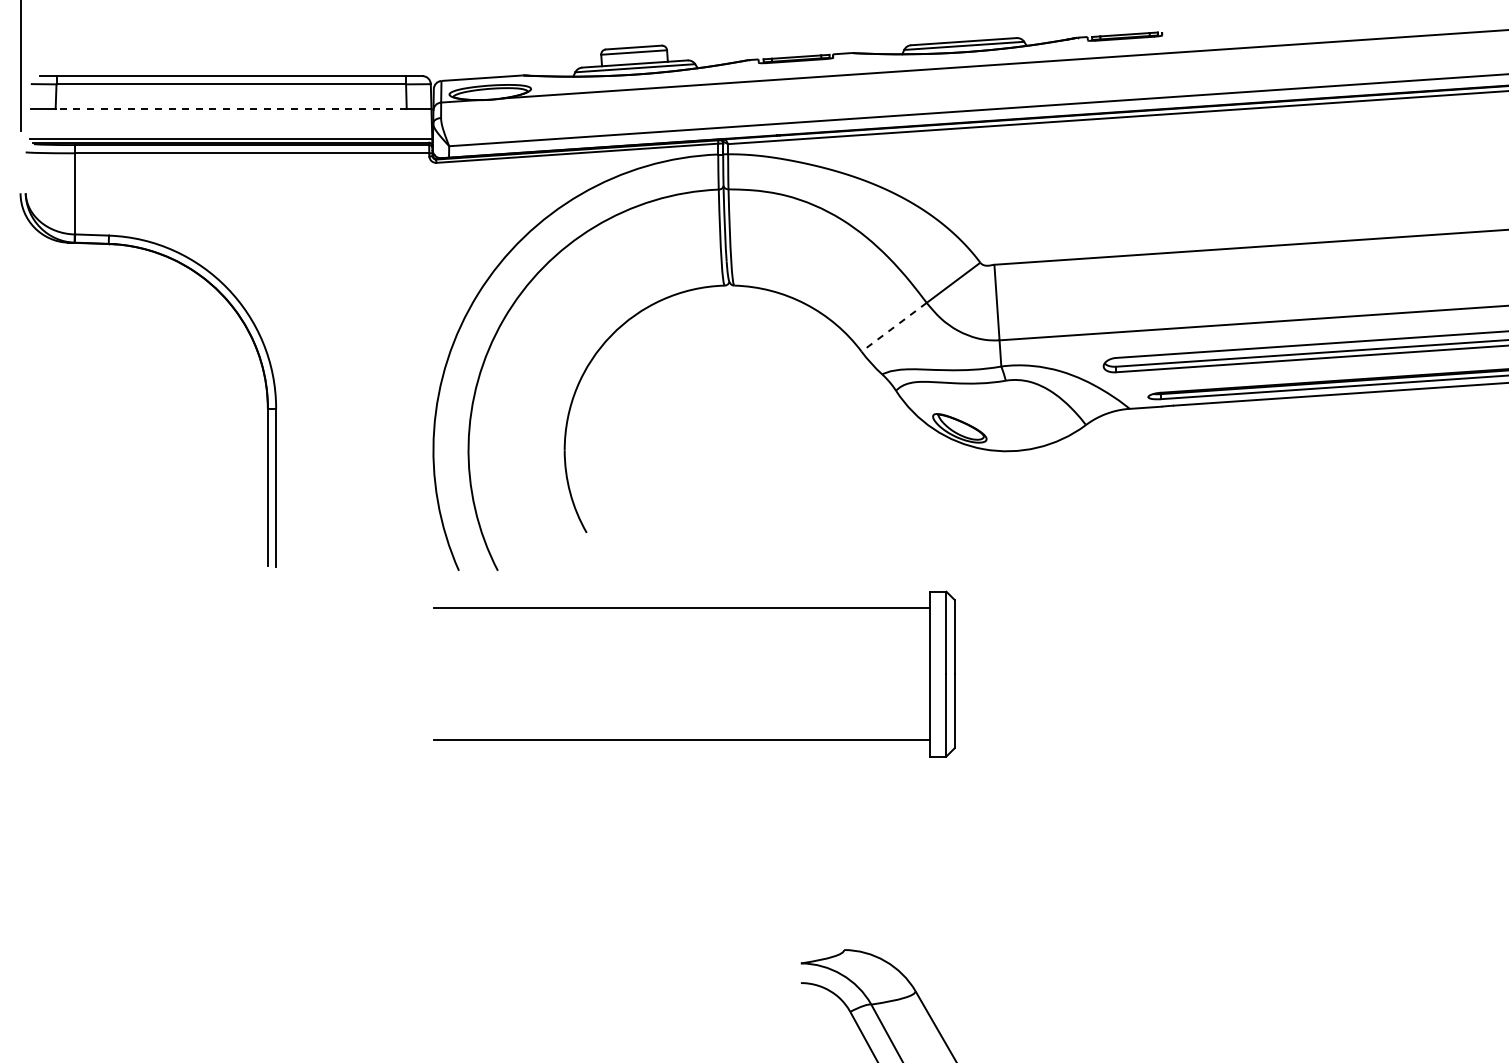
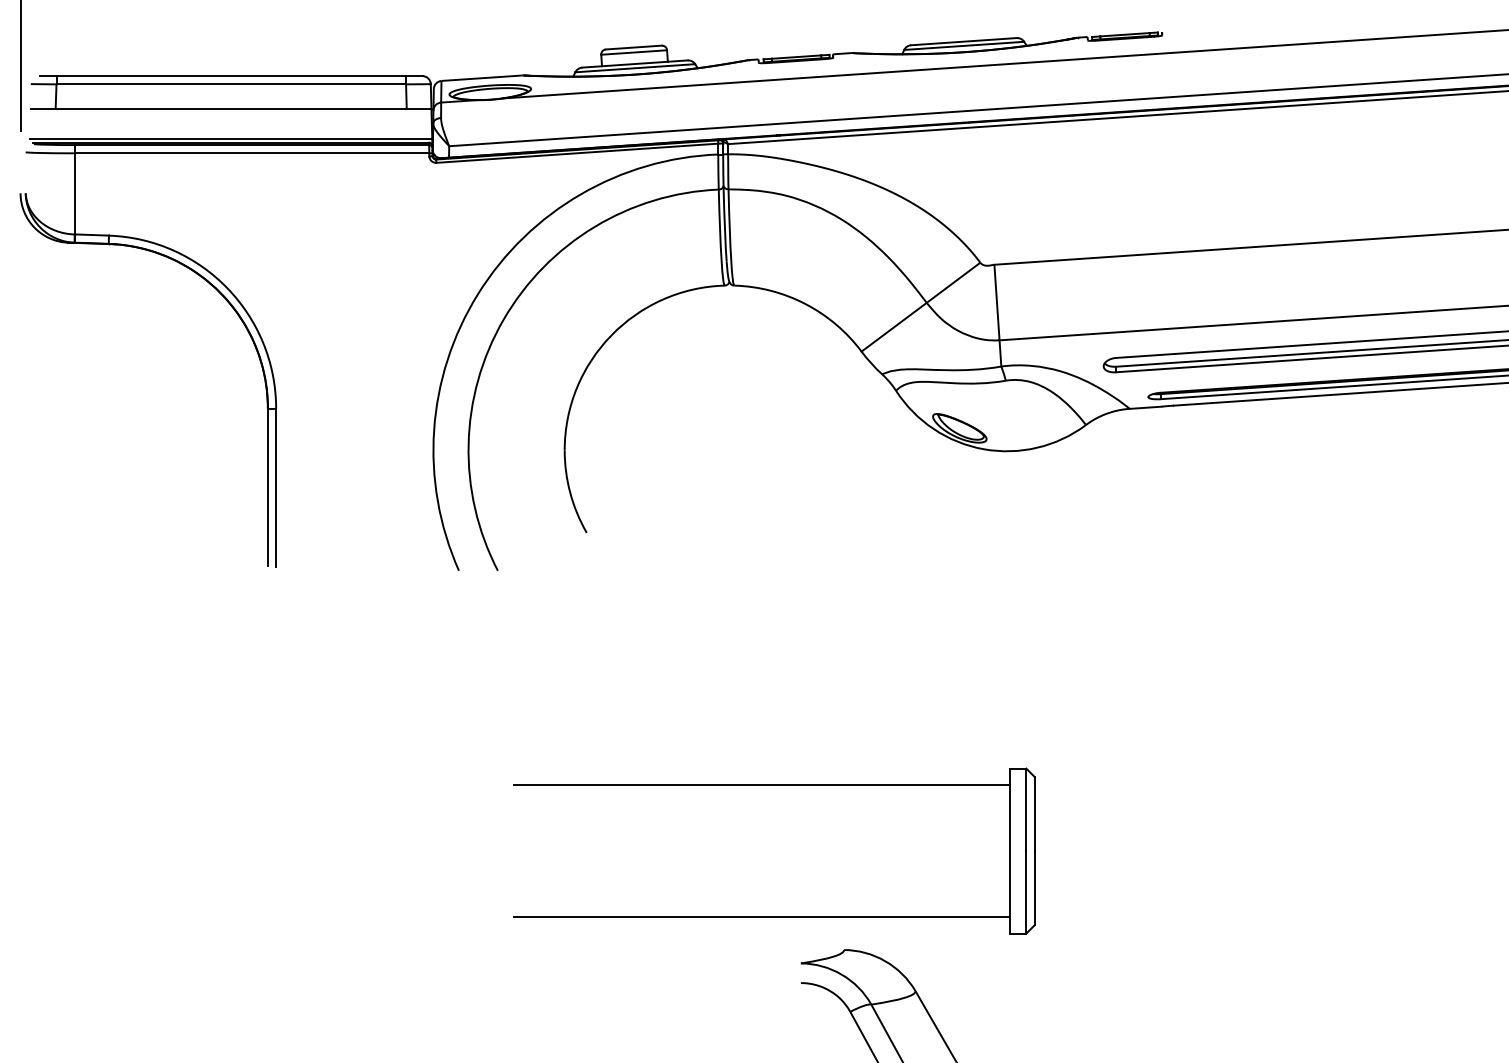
line at (231, 109): dashed -> solid
line at (894, 327): dashed -> solid
part at (694, 608) position: (694, 608) -> (774, 785)
